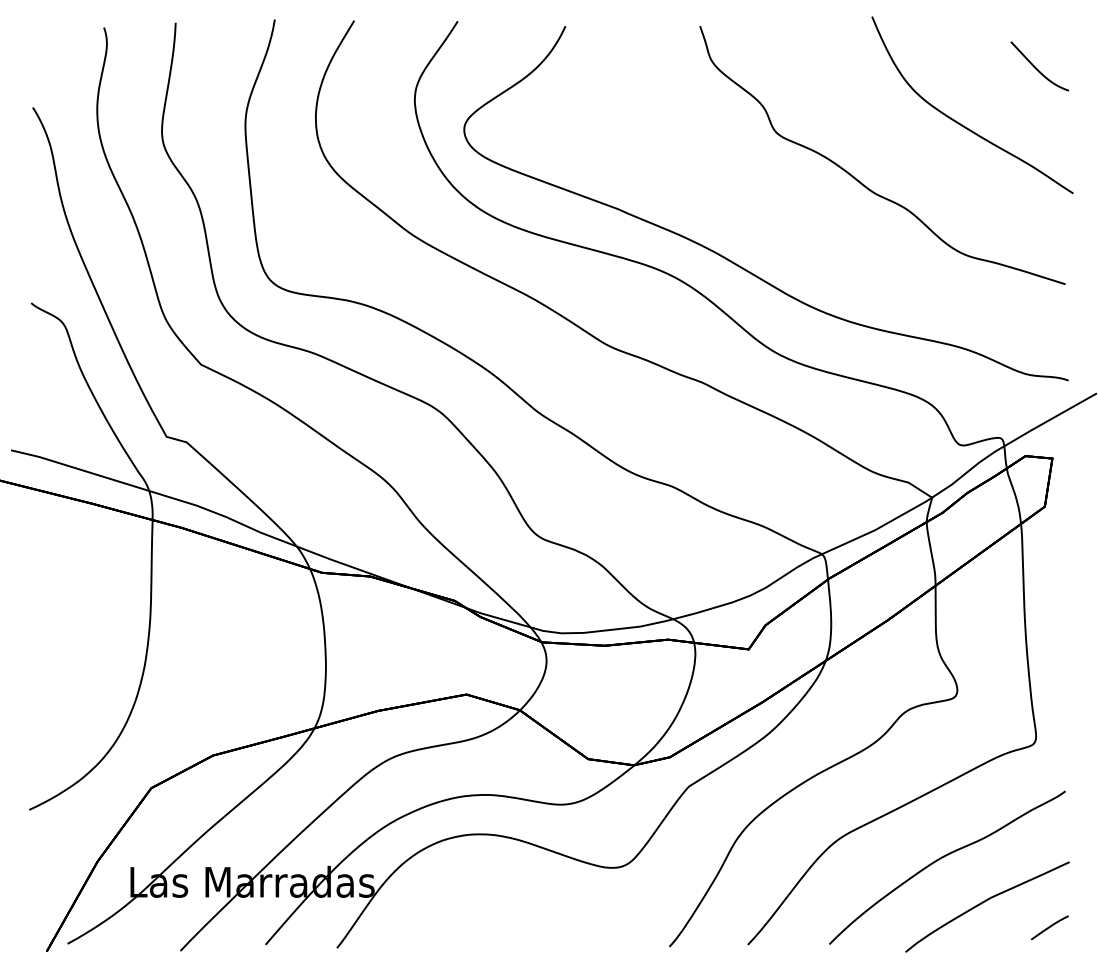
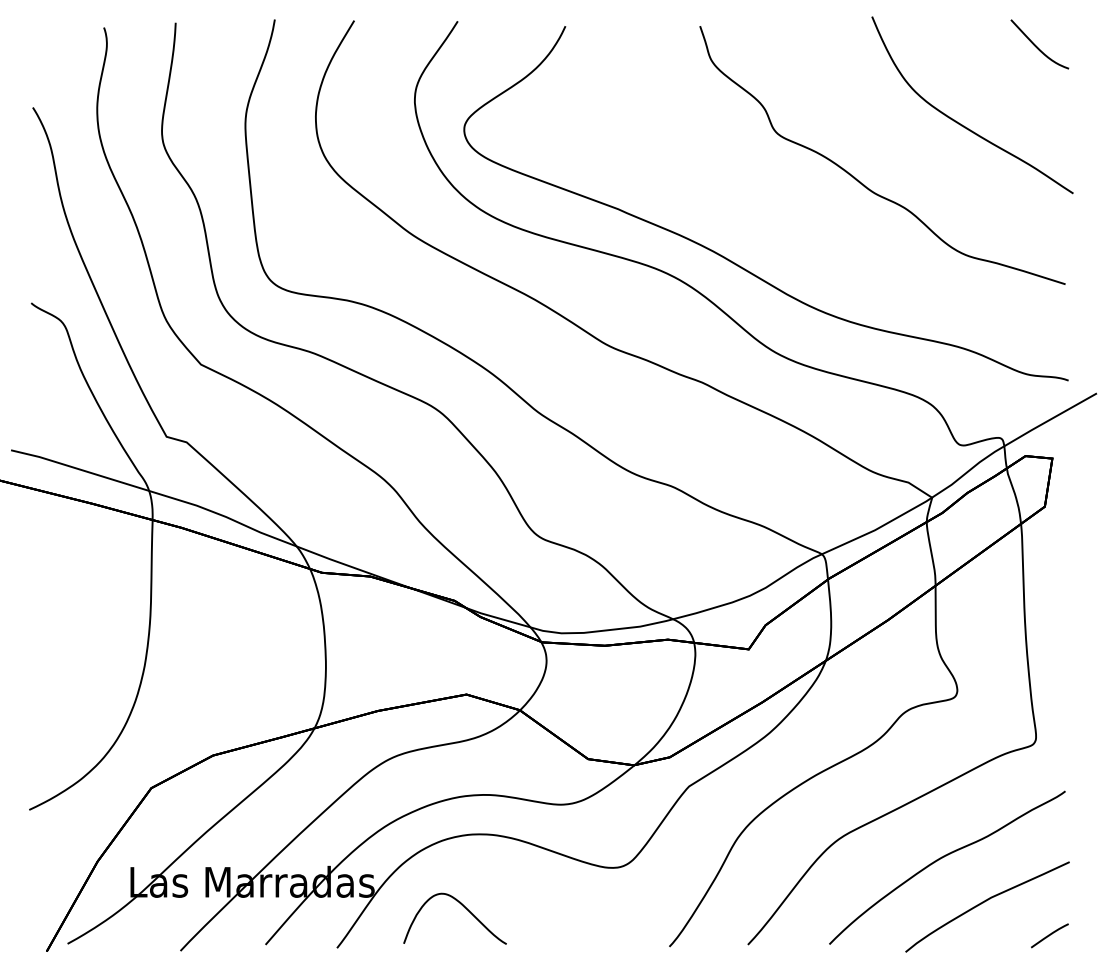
curve at (1037, 68) position: (1037, 68) -> (1037, 46)
curve at (463, 907): none -> present
curve at (1049, 927) position: (1049, 927) -> (1049, 935)
